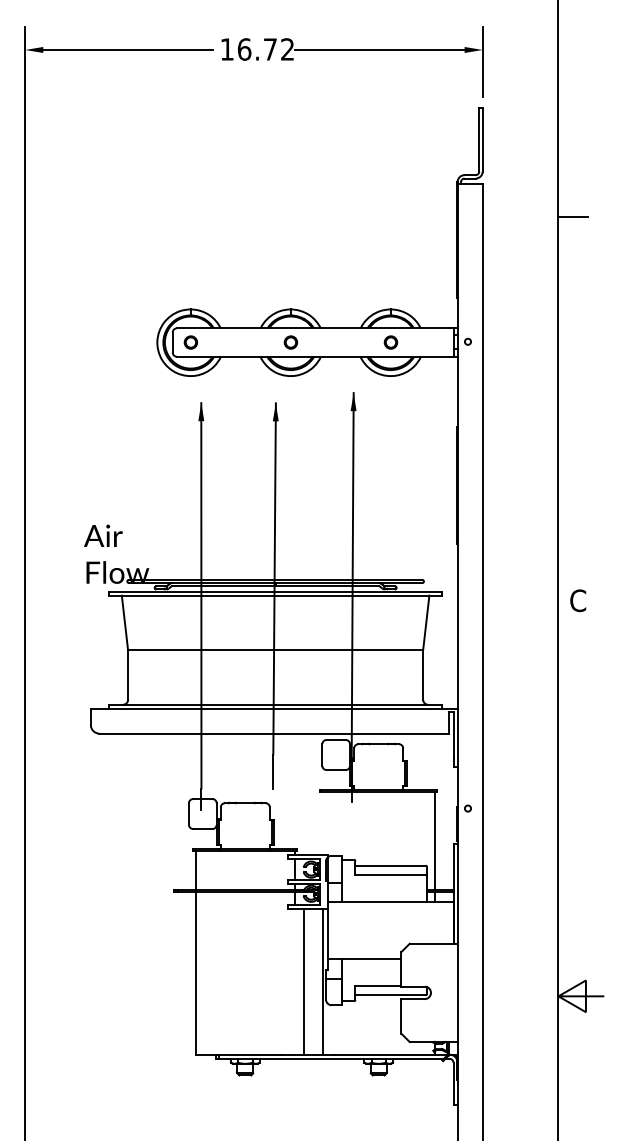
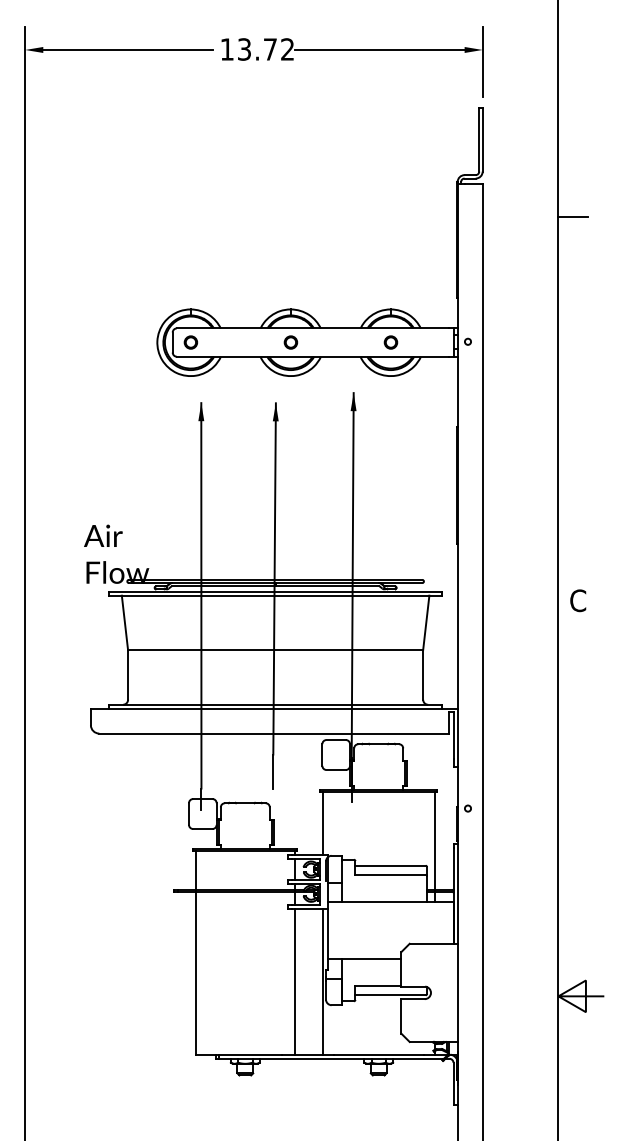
text at (244, 49): 16.72 -> 13.72
line at (322, 823): none -> present
line at (303, 981) position: (303, 981) -> (294, 981)
